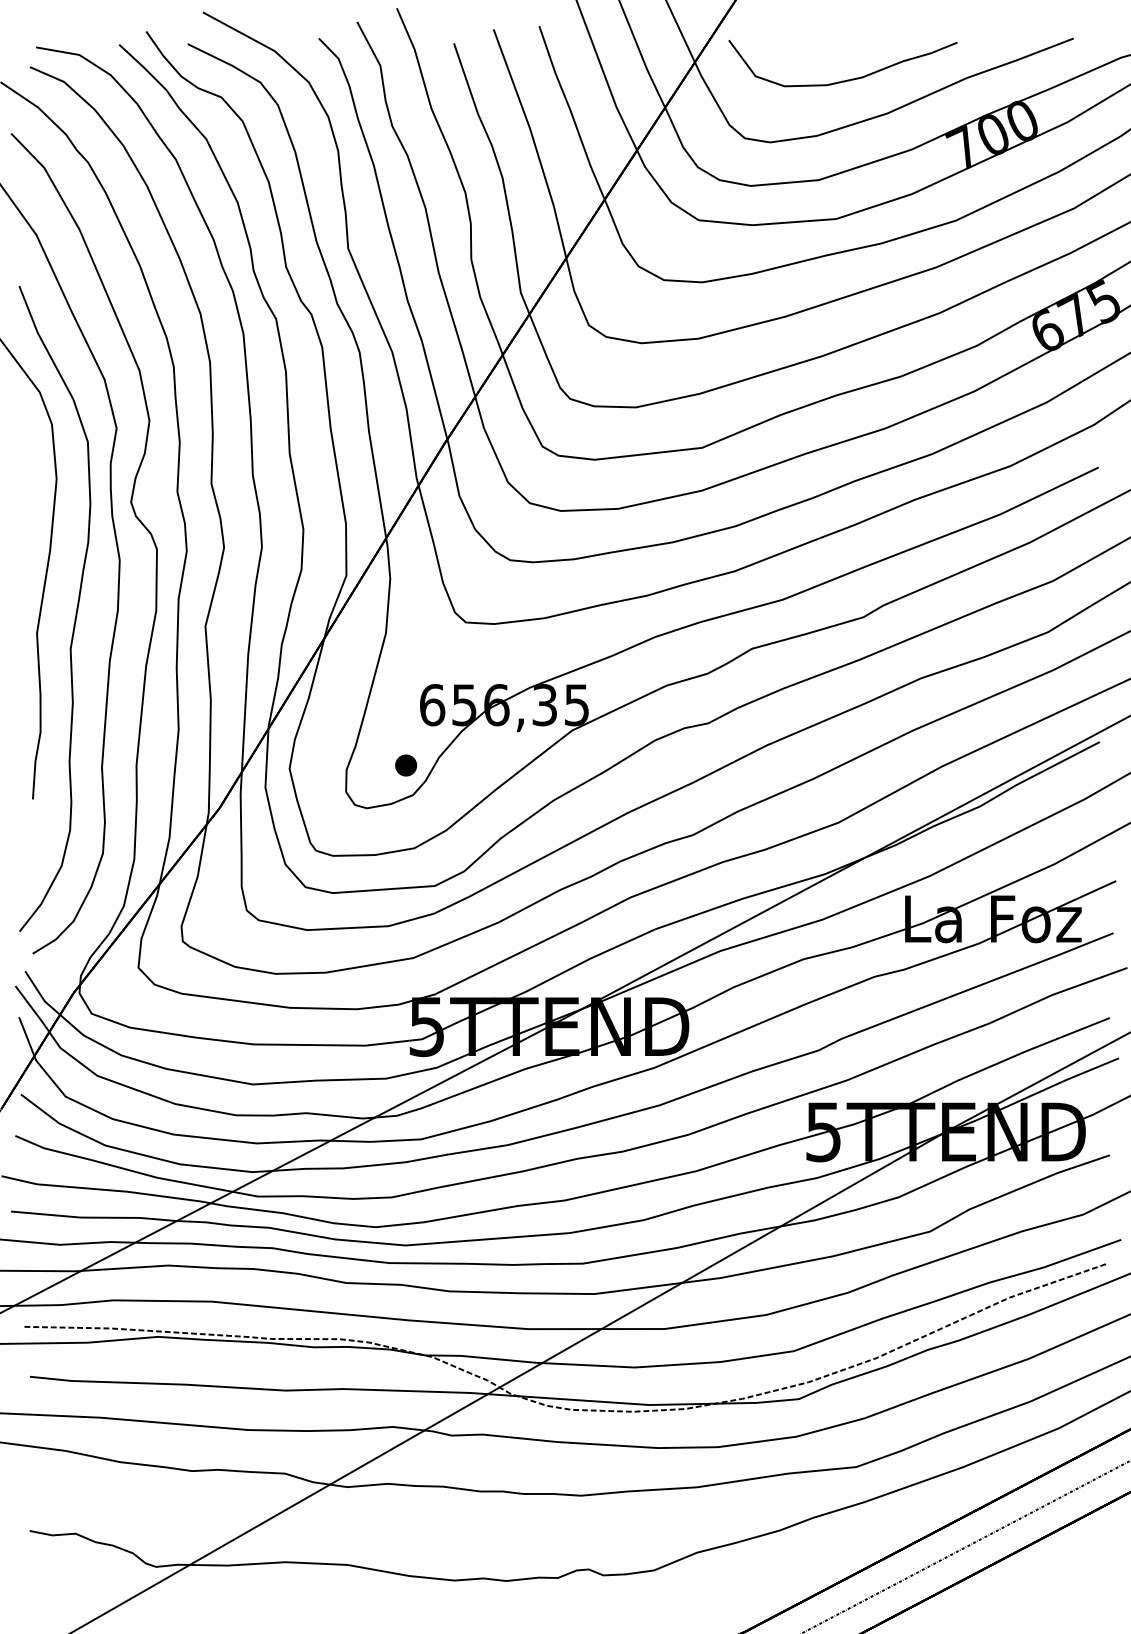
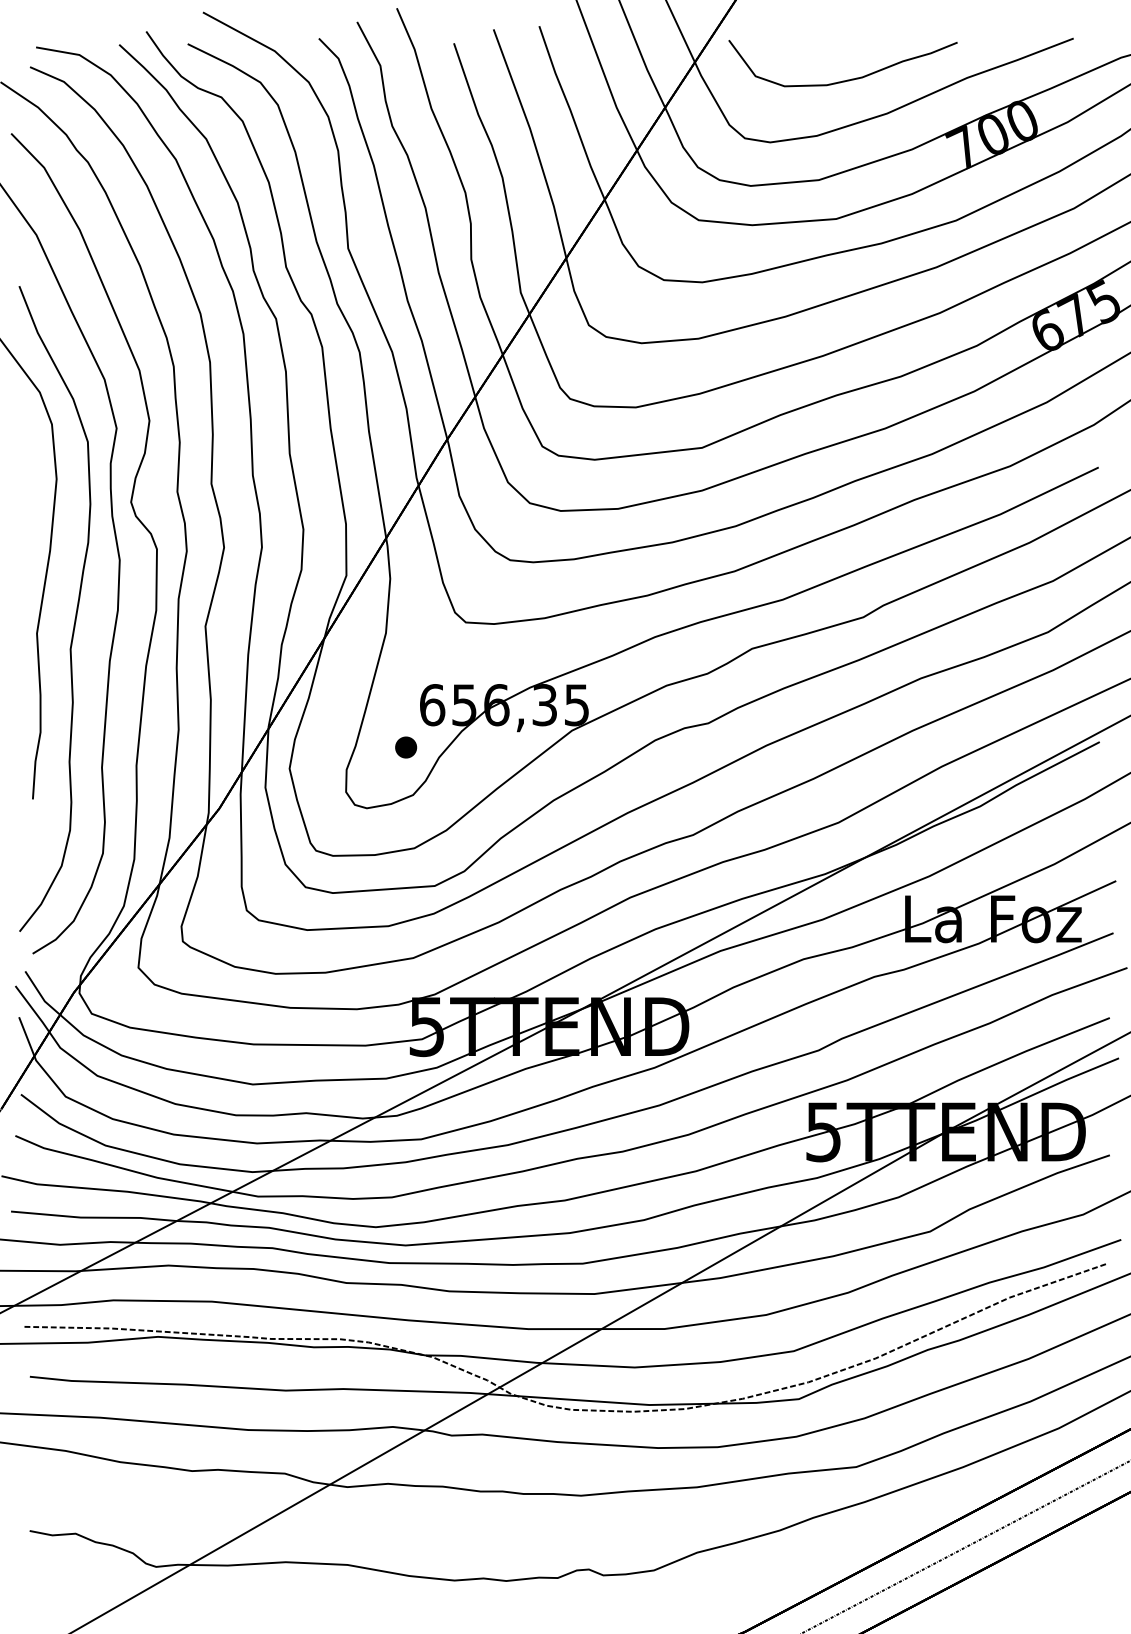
part at (406, 765) position: (406, 765) -> (406, 747)
